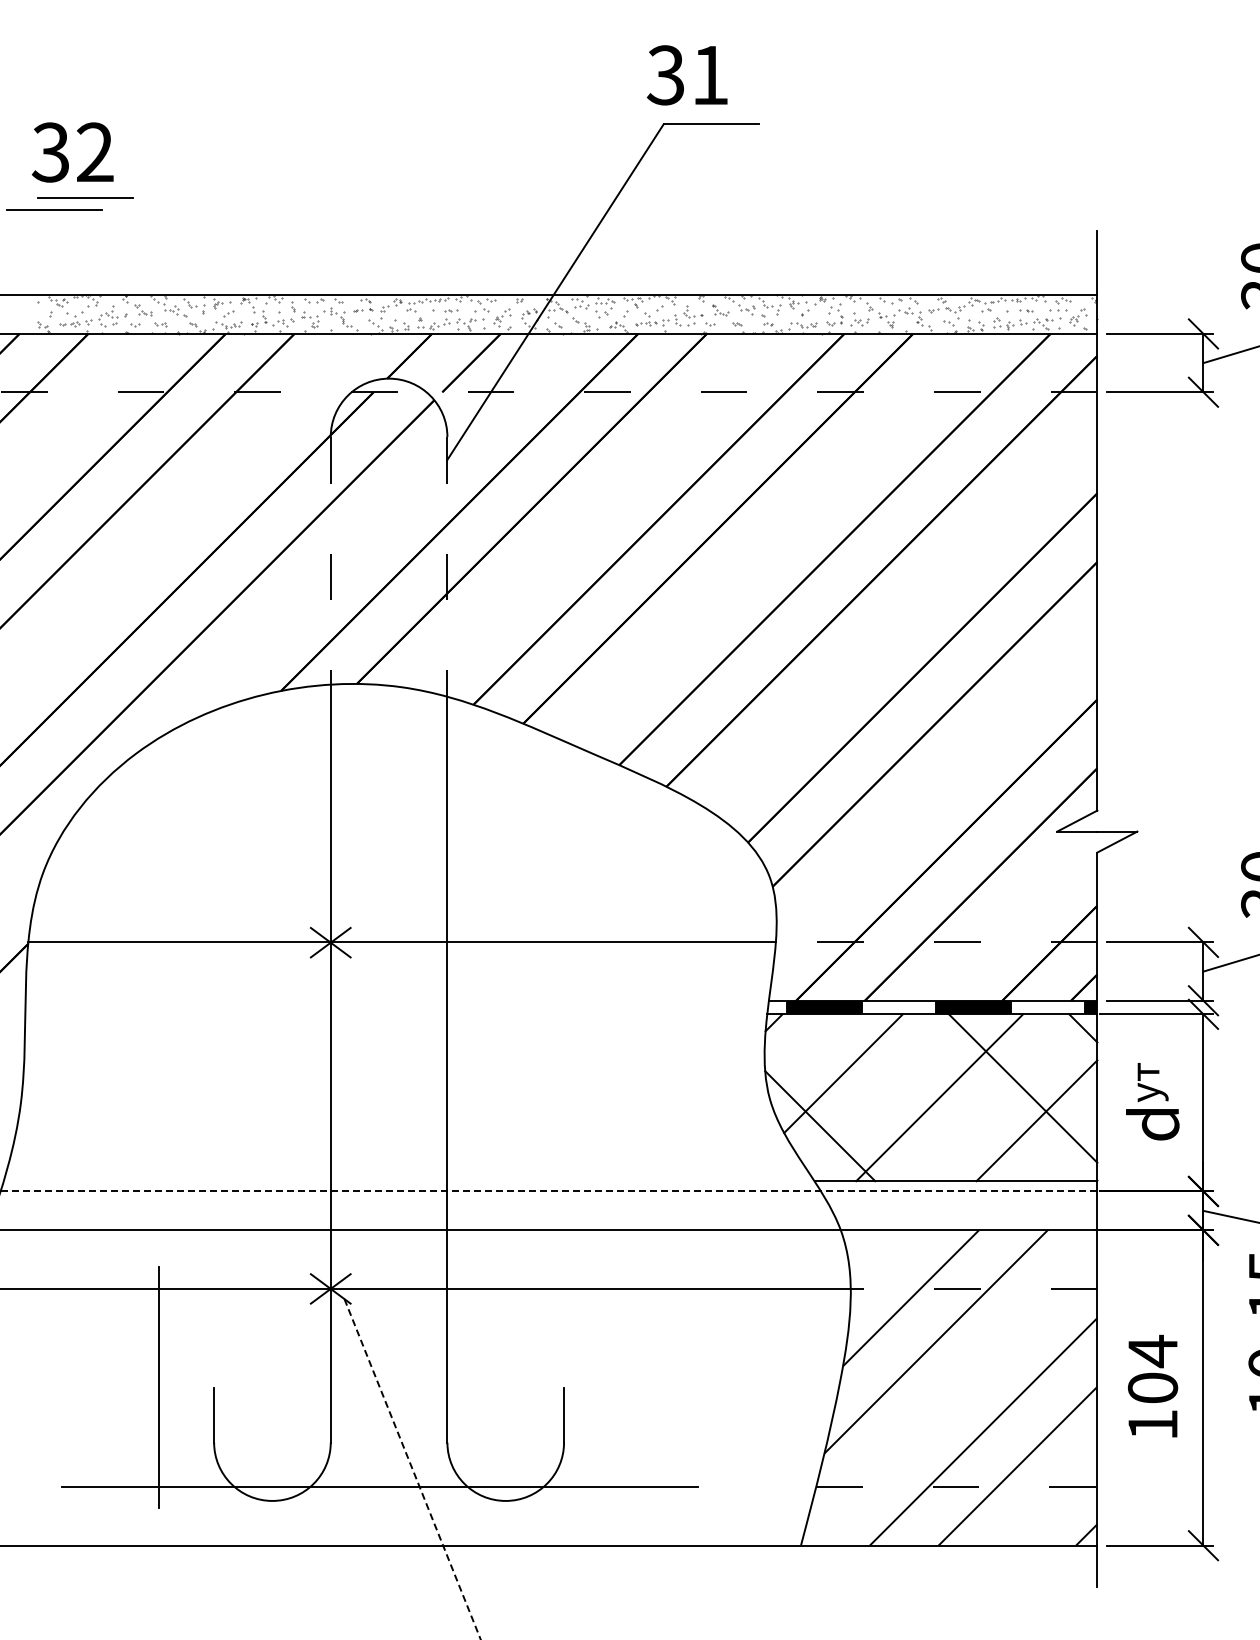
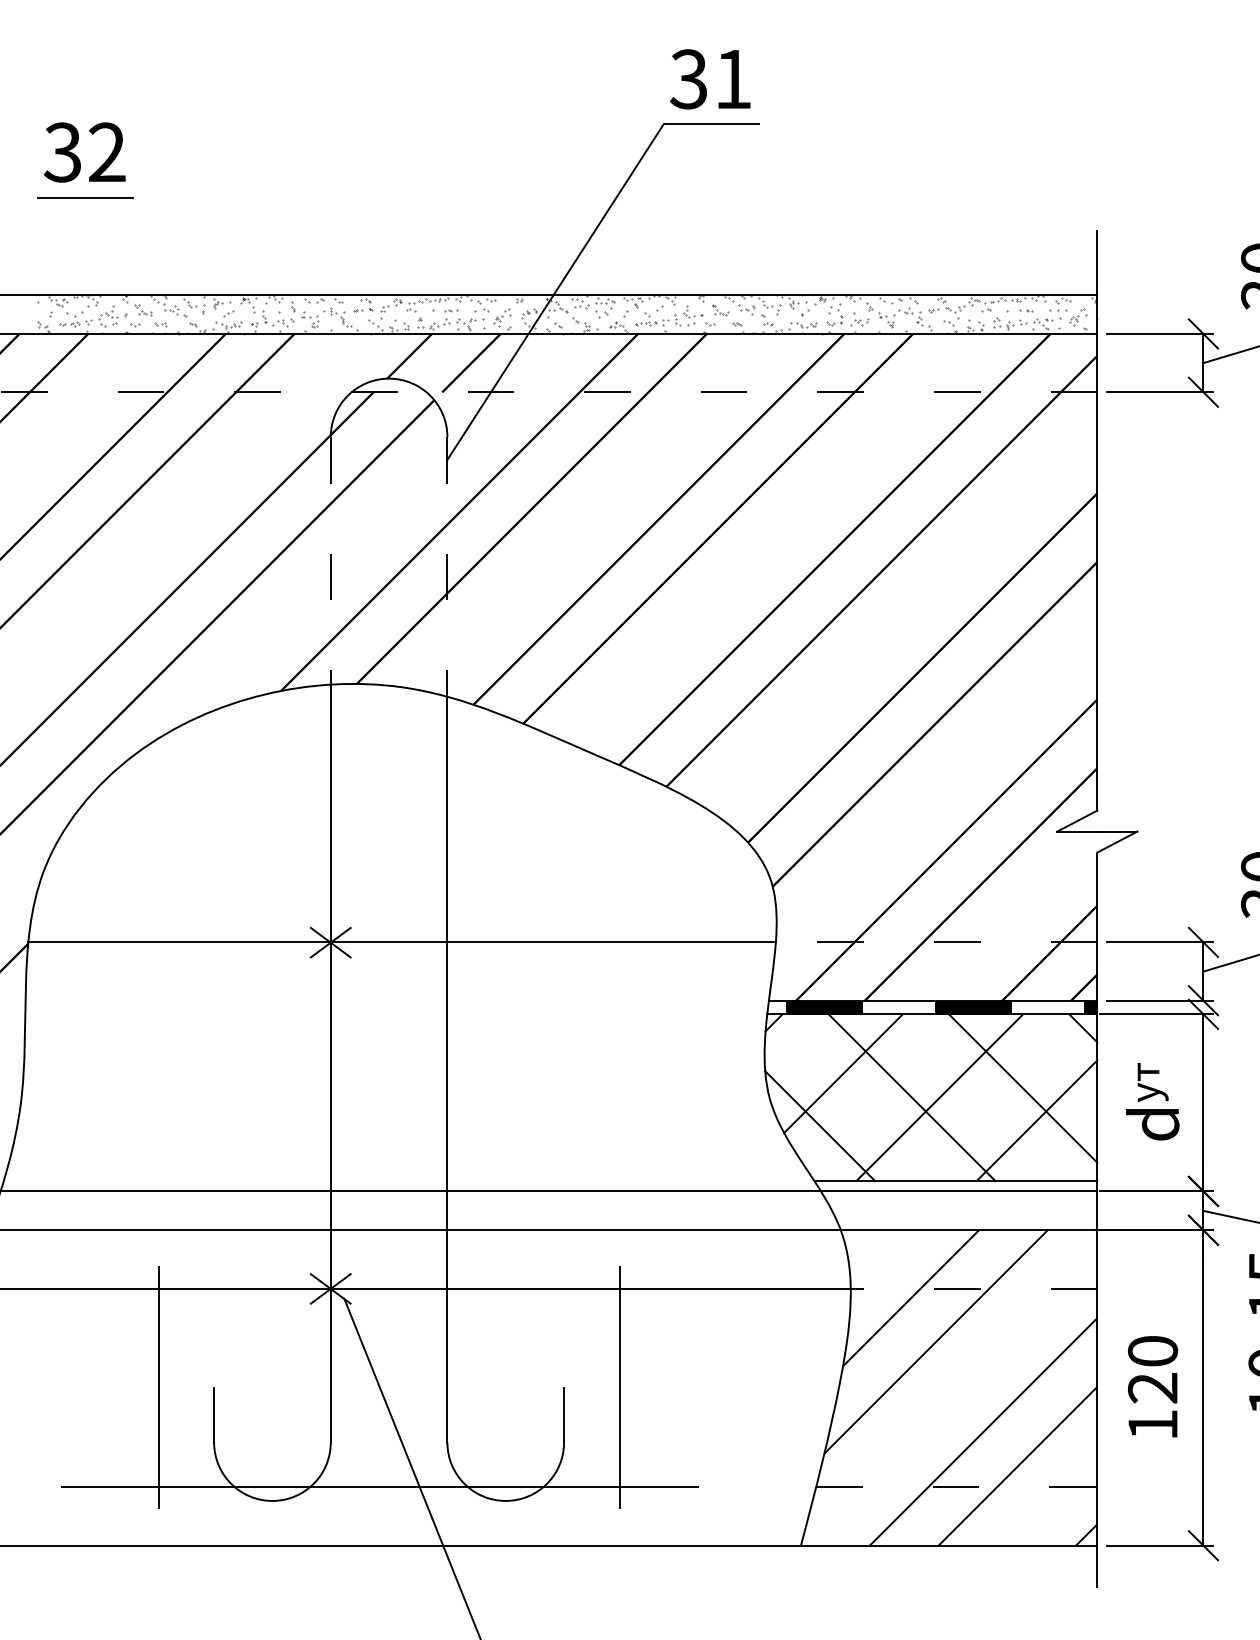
text at (687, 75) position: (687, 75) -> (710, 79)
text at (72, 152) position: (72, 152) -> (84, 152)
line at (54, 209): present -> none
line at (911, 1097): none -> present
line at (548, 1191): dashed -> solid
text at (1152, 1368): 104 -> 120
line at (619, 1387): none -> present
line at (412, 1469): dashed -> solid
